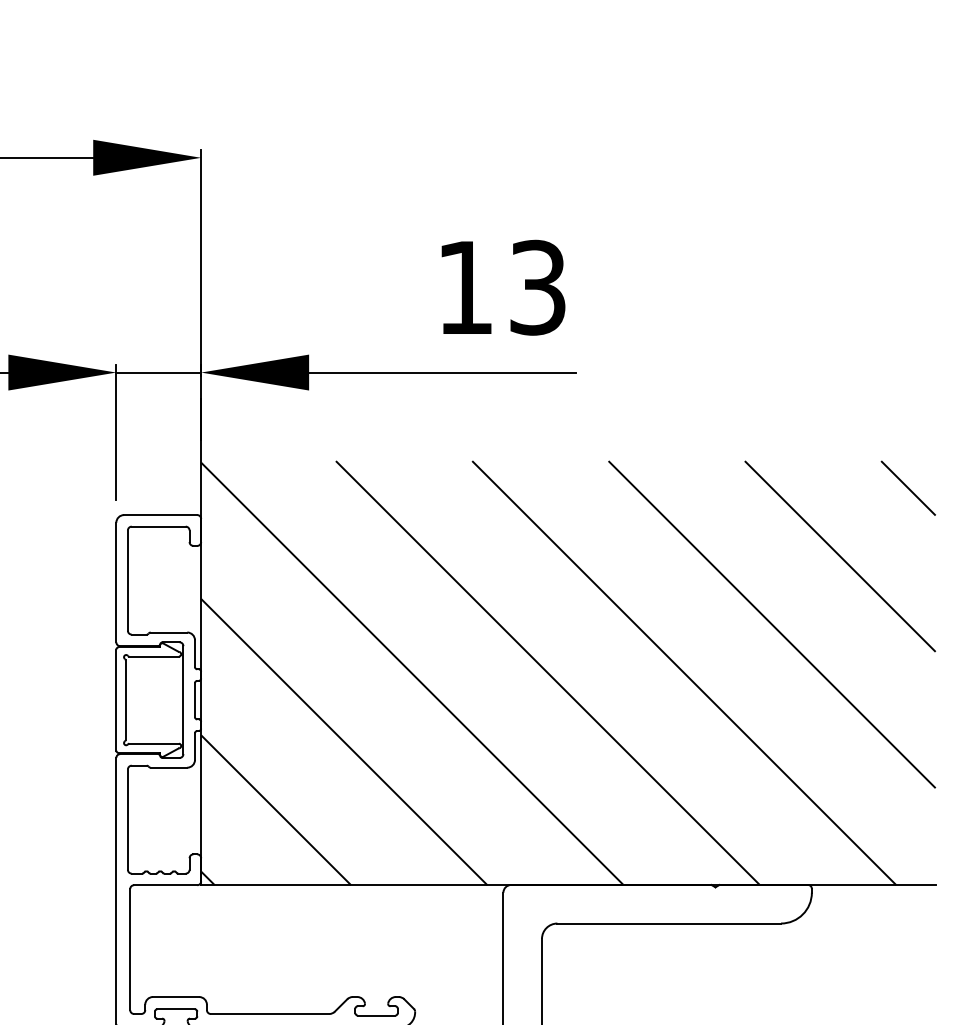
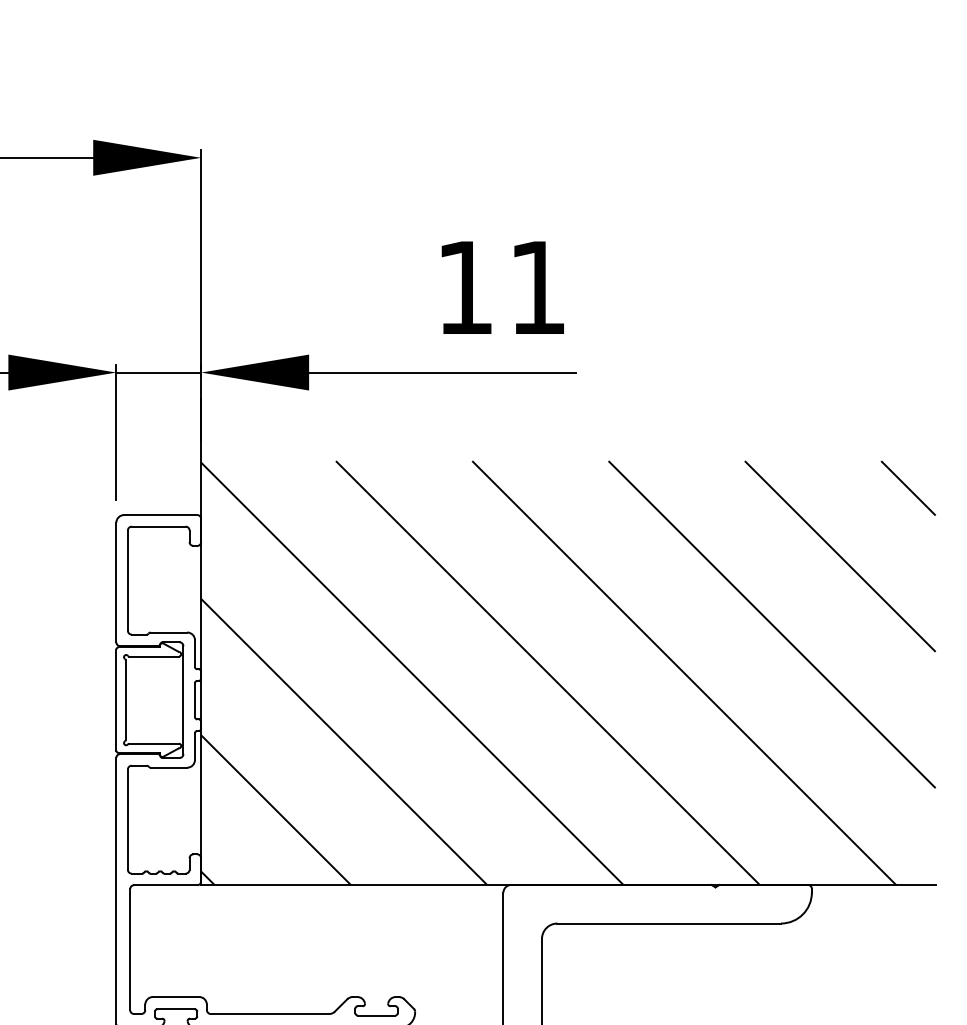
text at (537, 287): 13 -> 11
